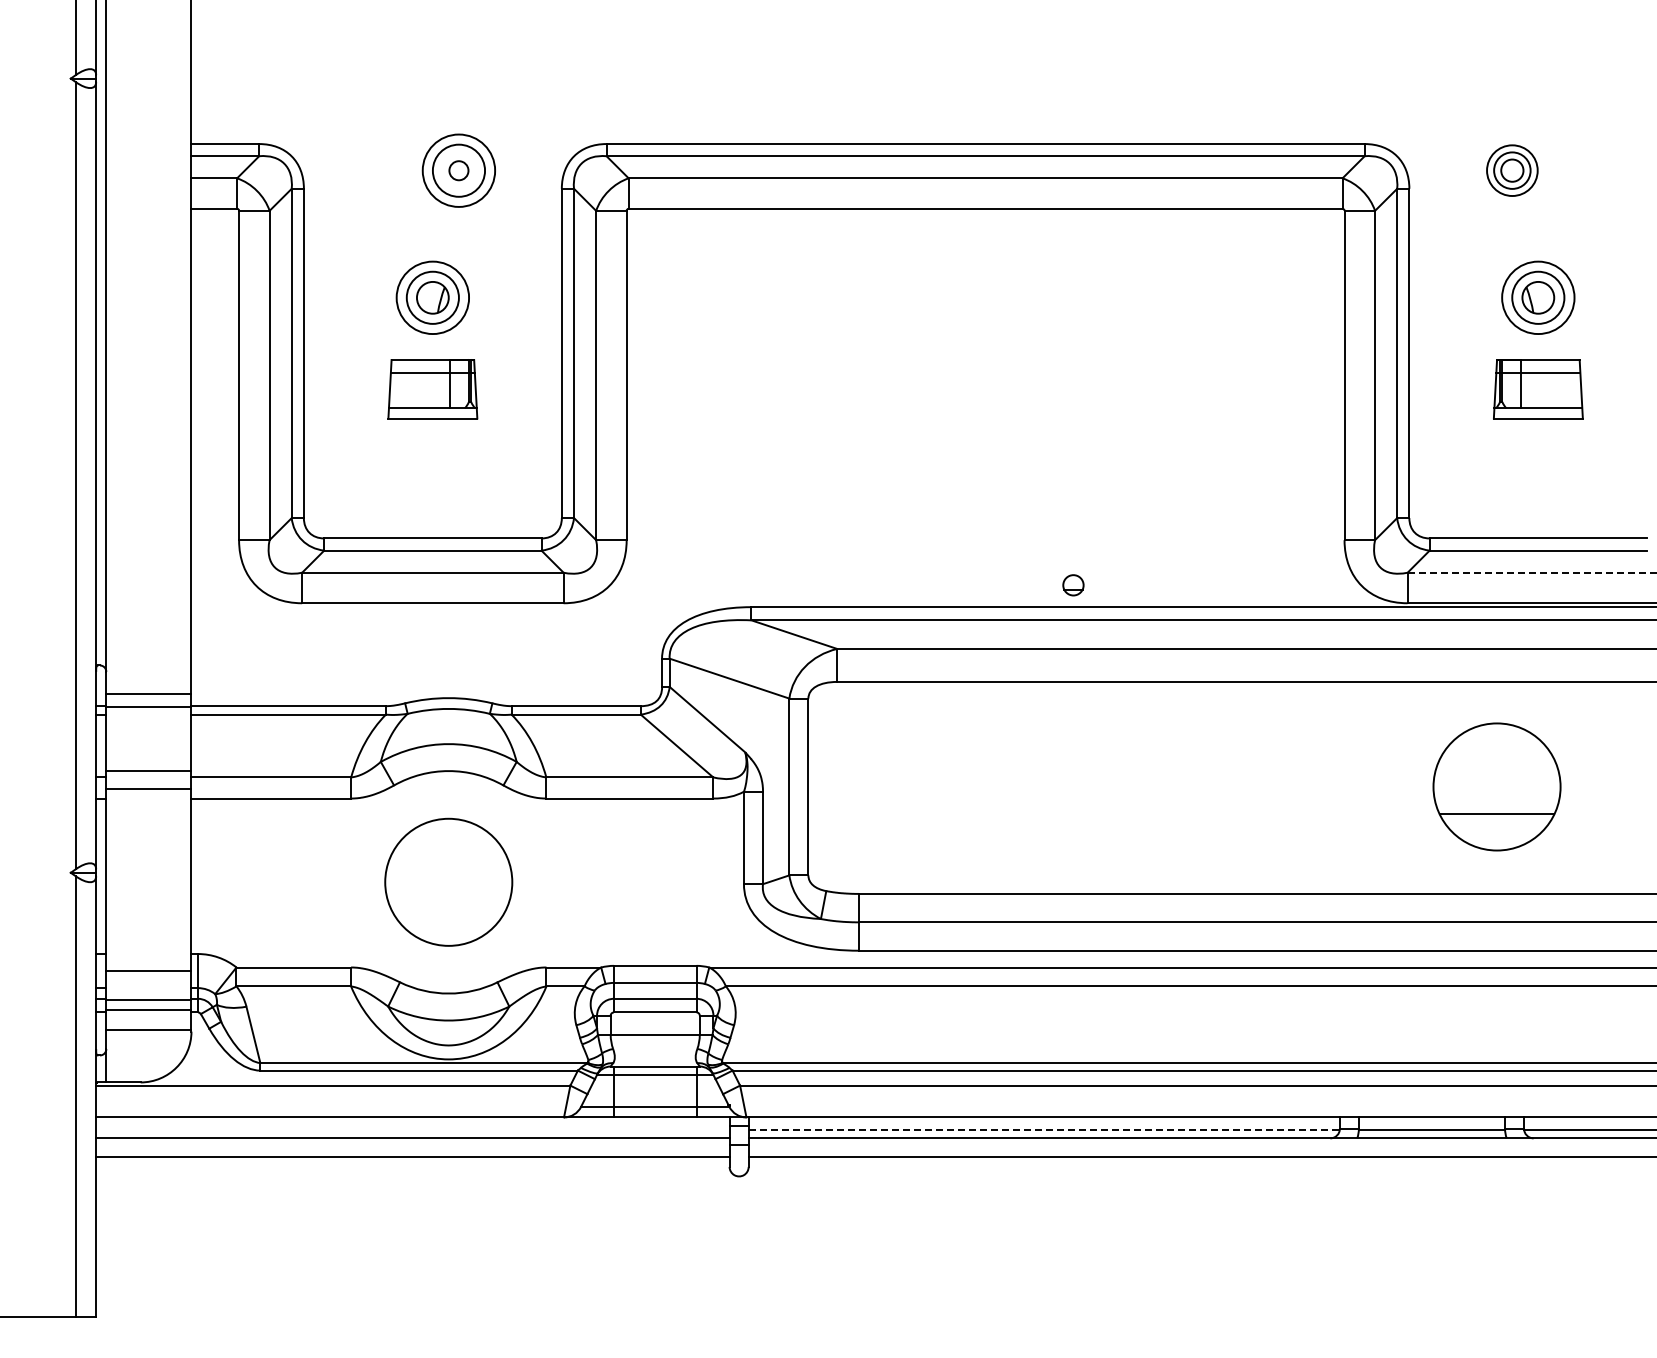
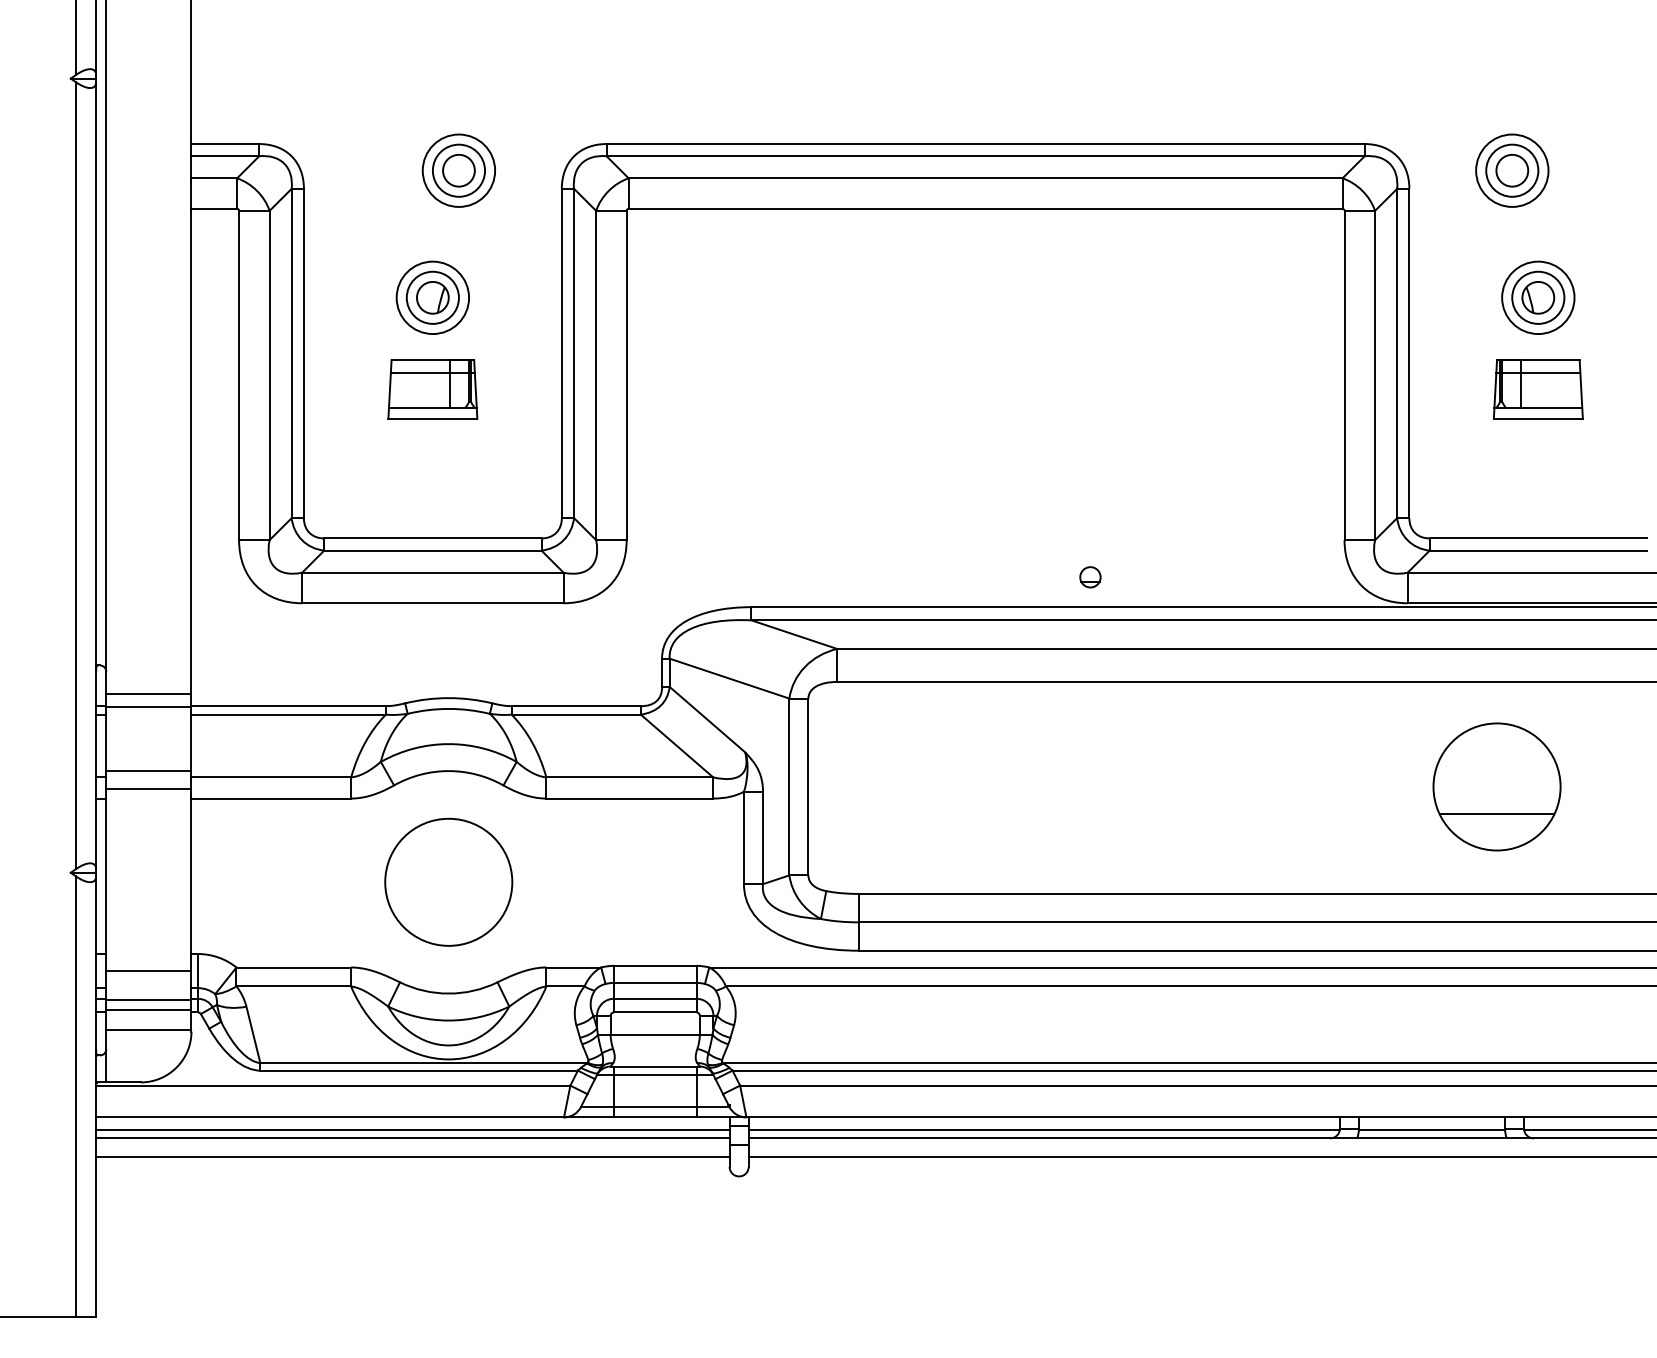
circle at (458, 170) diameter: 19 px -> 32 px
part at (1512, 170) size: 53x53 px -> 75x75 px
line at (1532, 572): dashed -> solid
part at (1073, 585) position: (1073, 585) -> (1090, 577)
line at (412, 1130): none -> present
line at (1044, 1130): dashed -> solid
